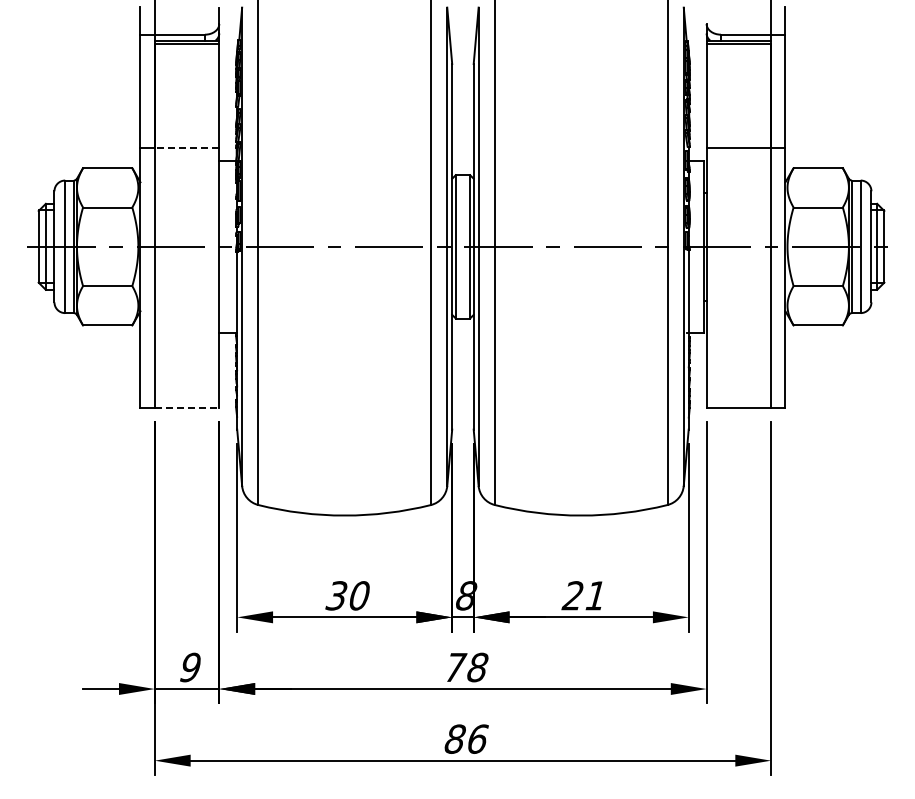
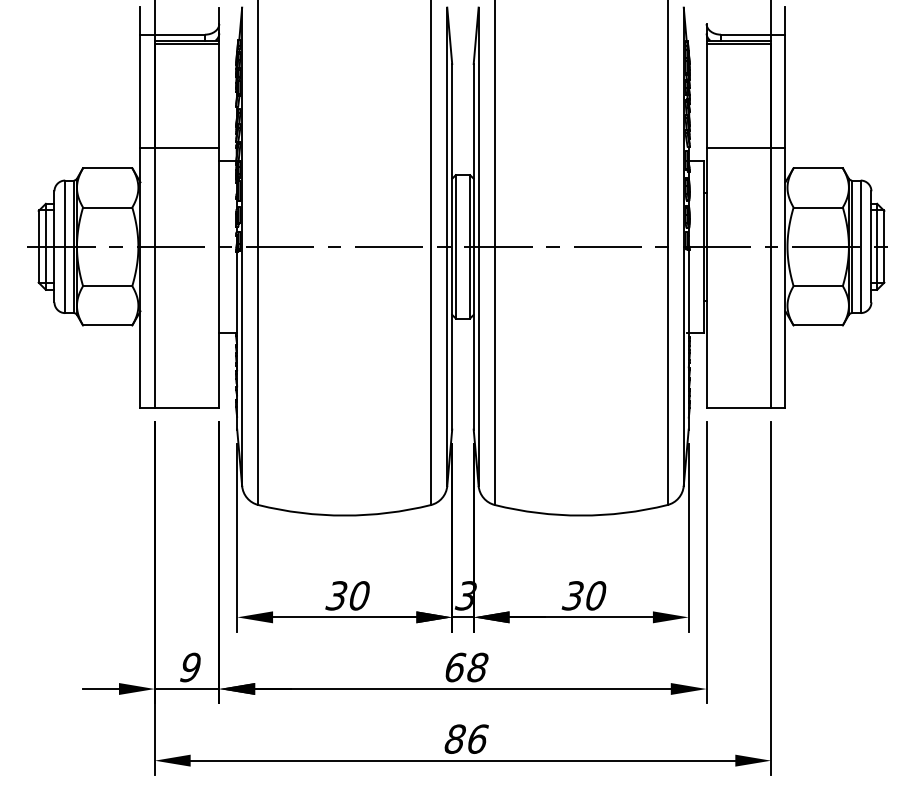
line at (186, 147): dashed -> solid
line at (187, 408): dashed -> solid
text at (465, 595): 8 -> 3
text at (583, 595): 21 -> 30
text at (456, 667): 78 -> 68
